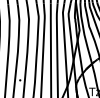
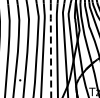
line at (50, 50): solid -> dashed
